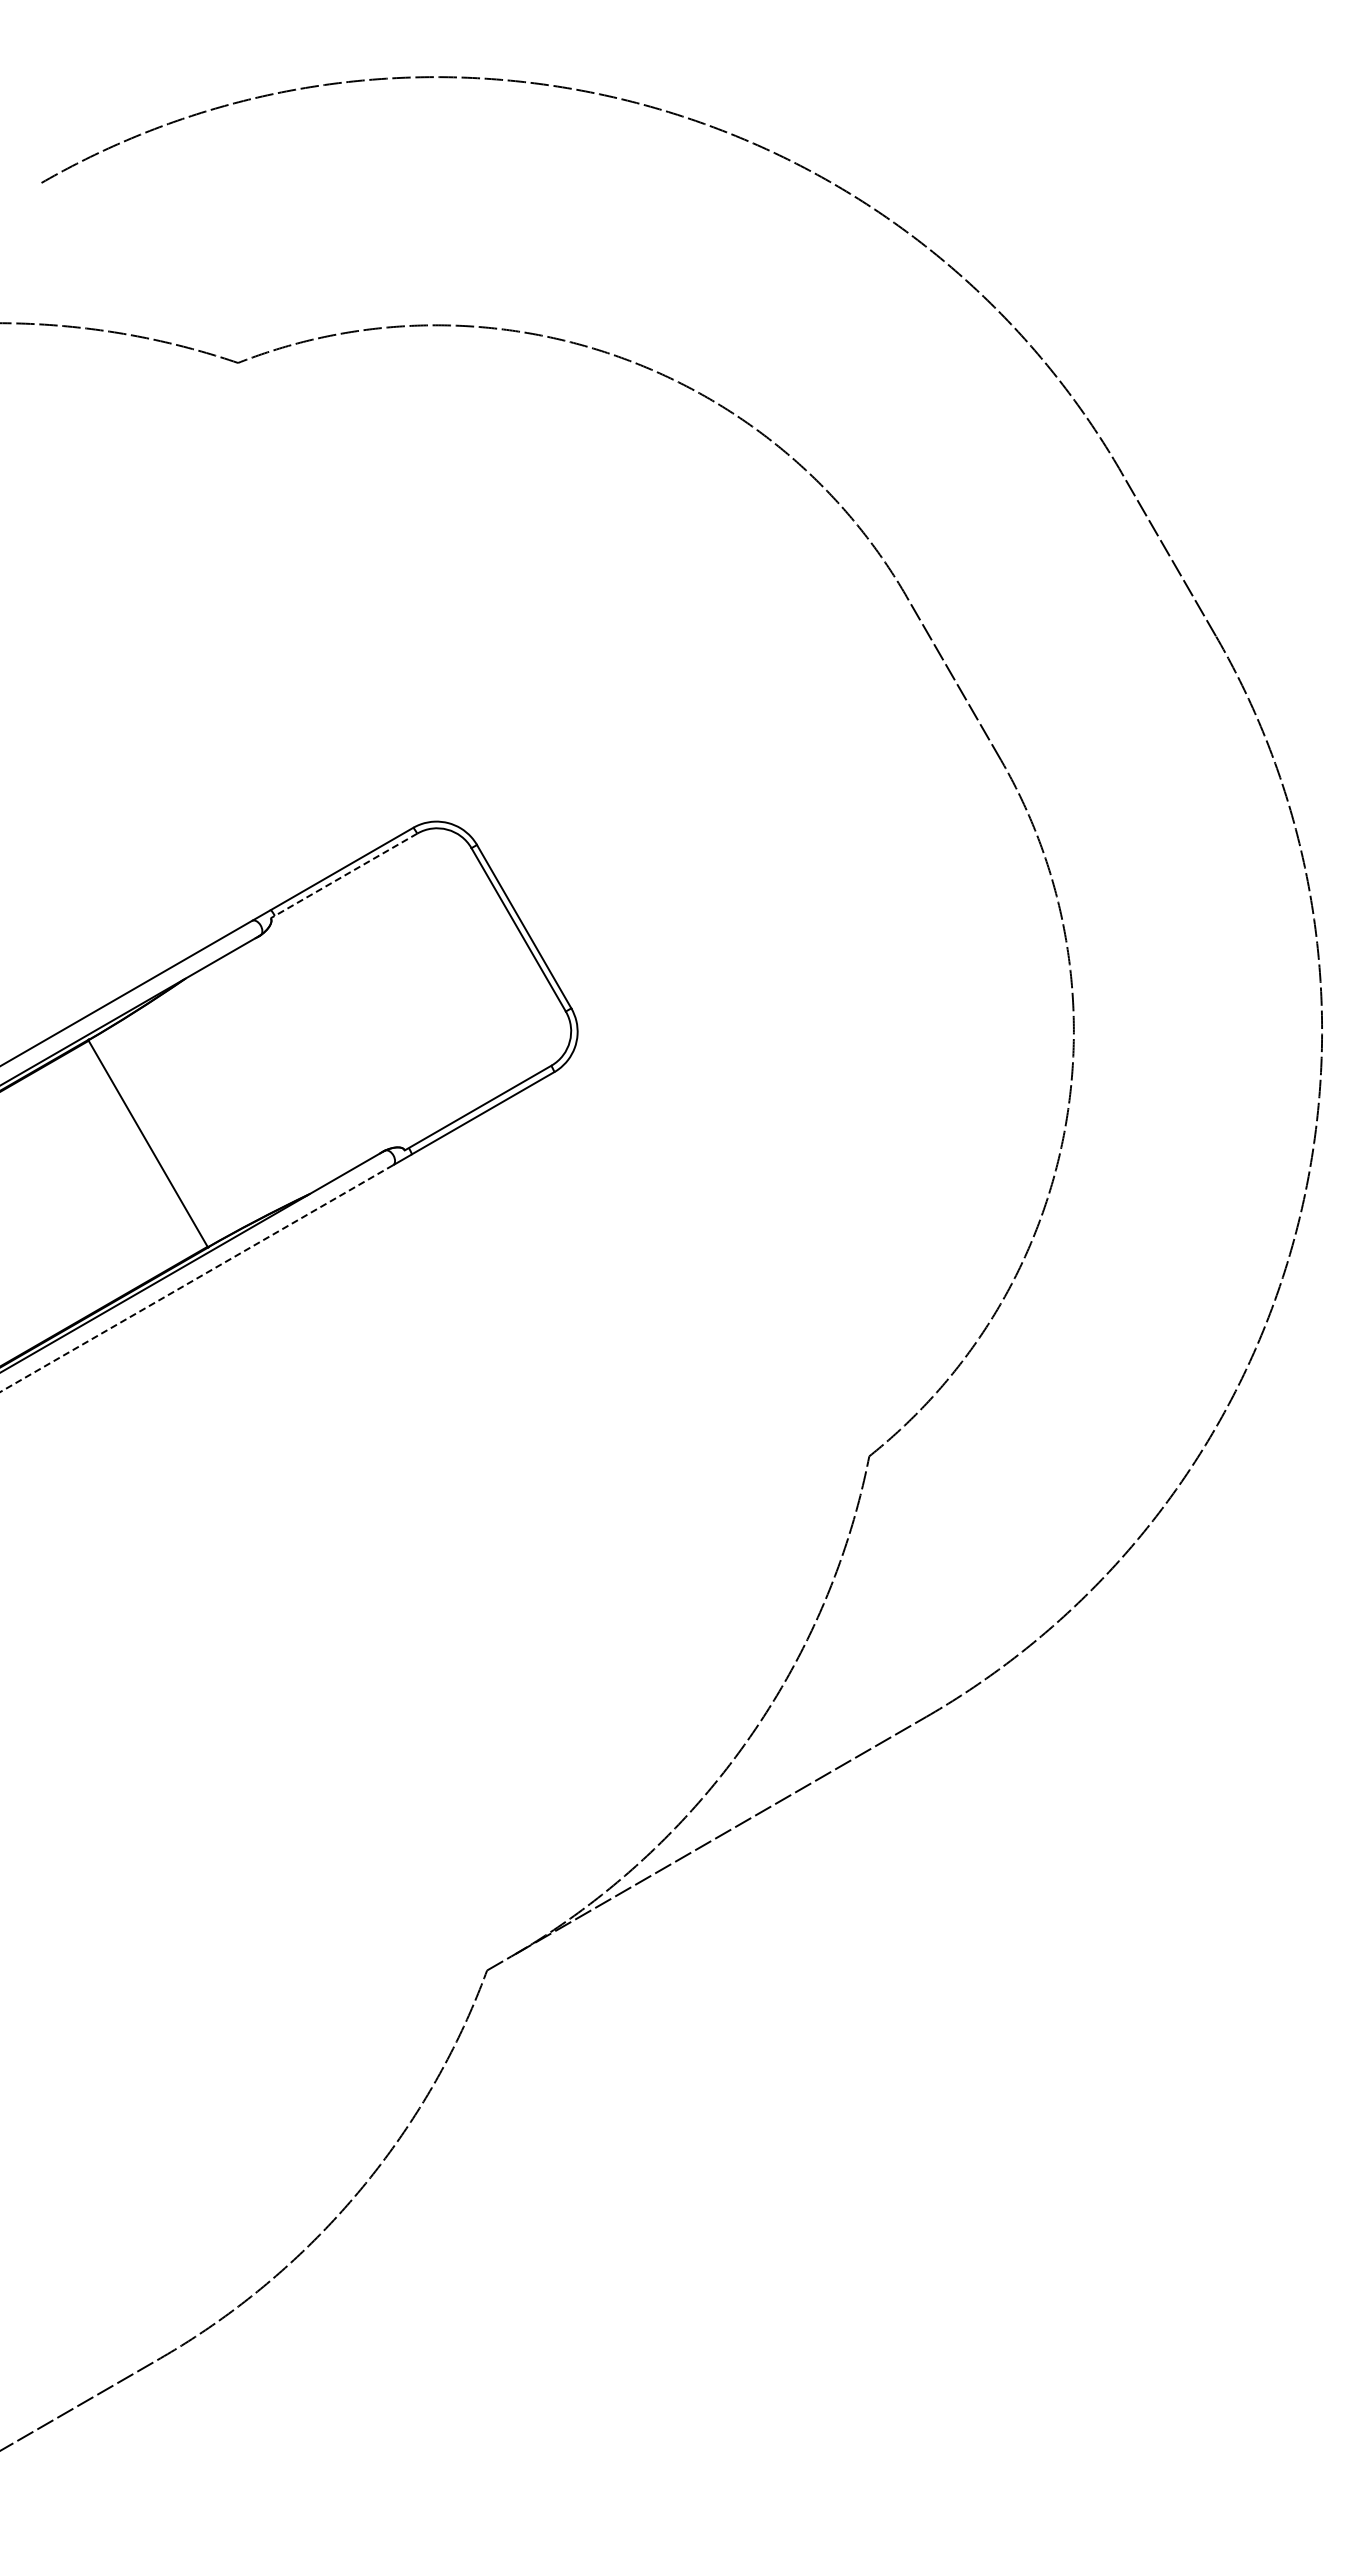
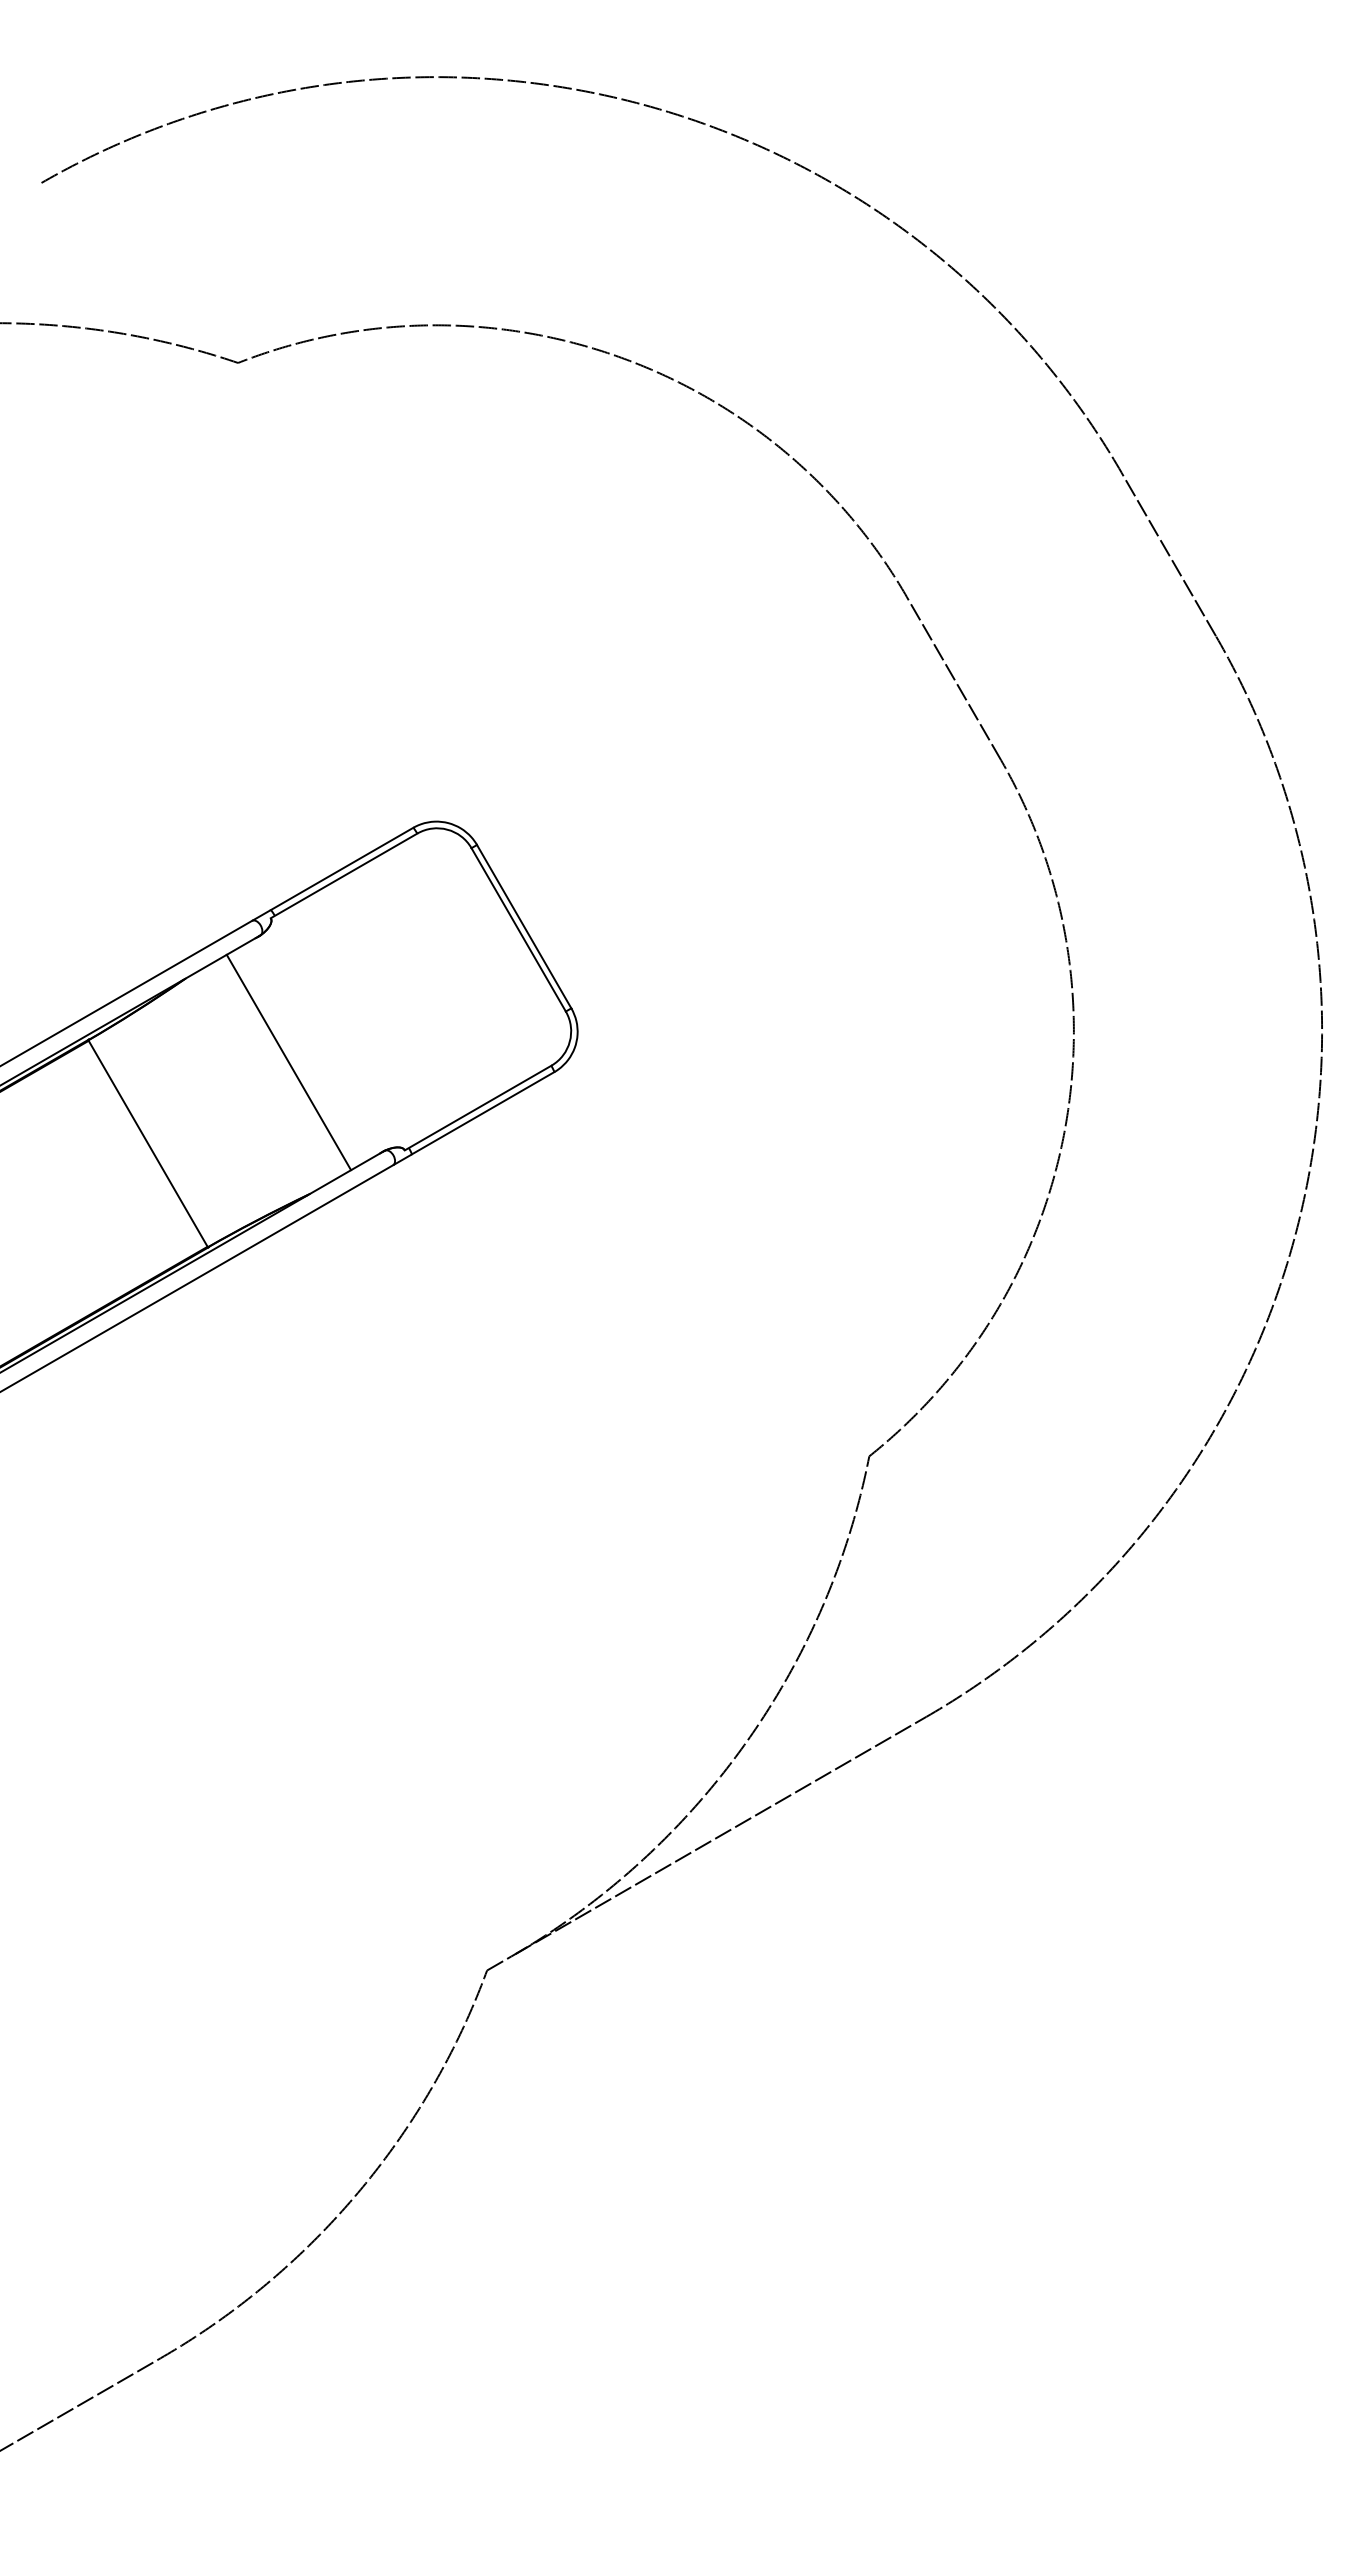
line at (344, 875): dashed -> solid
line at (288, 1062): none -> present
line at (196, 1278): dashed -> solid
